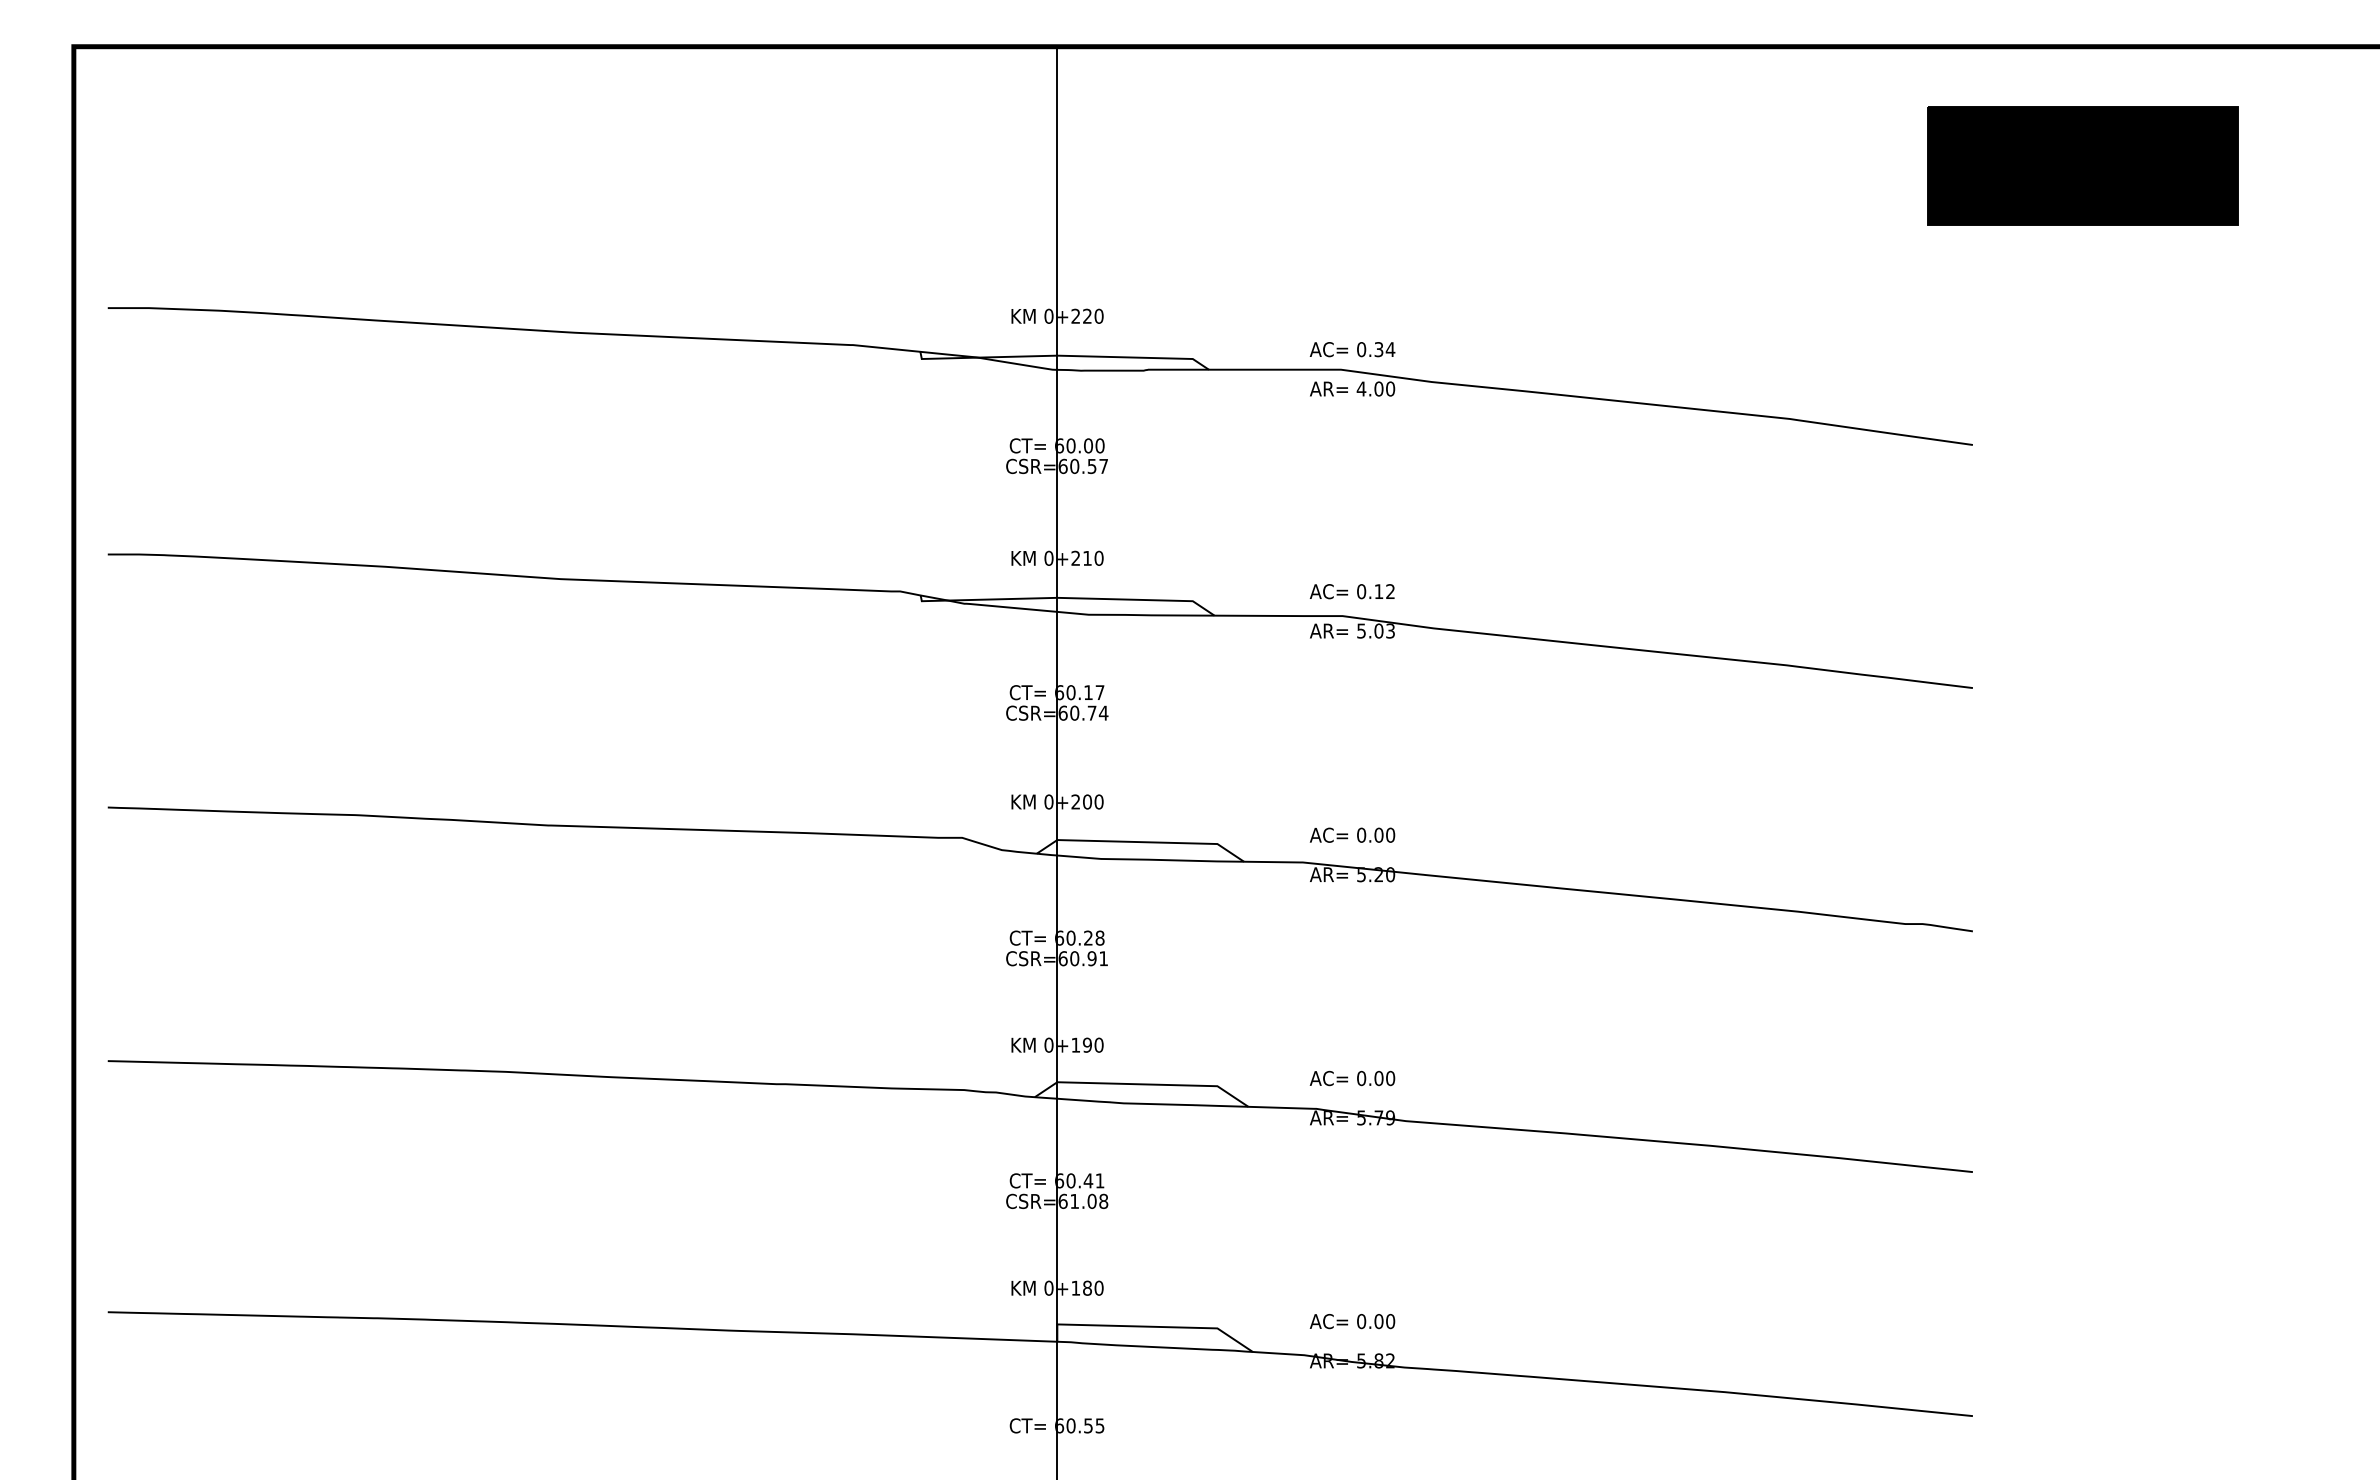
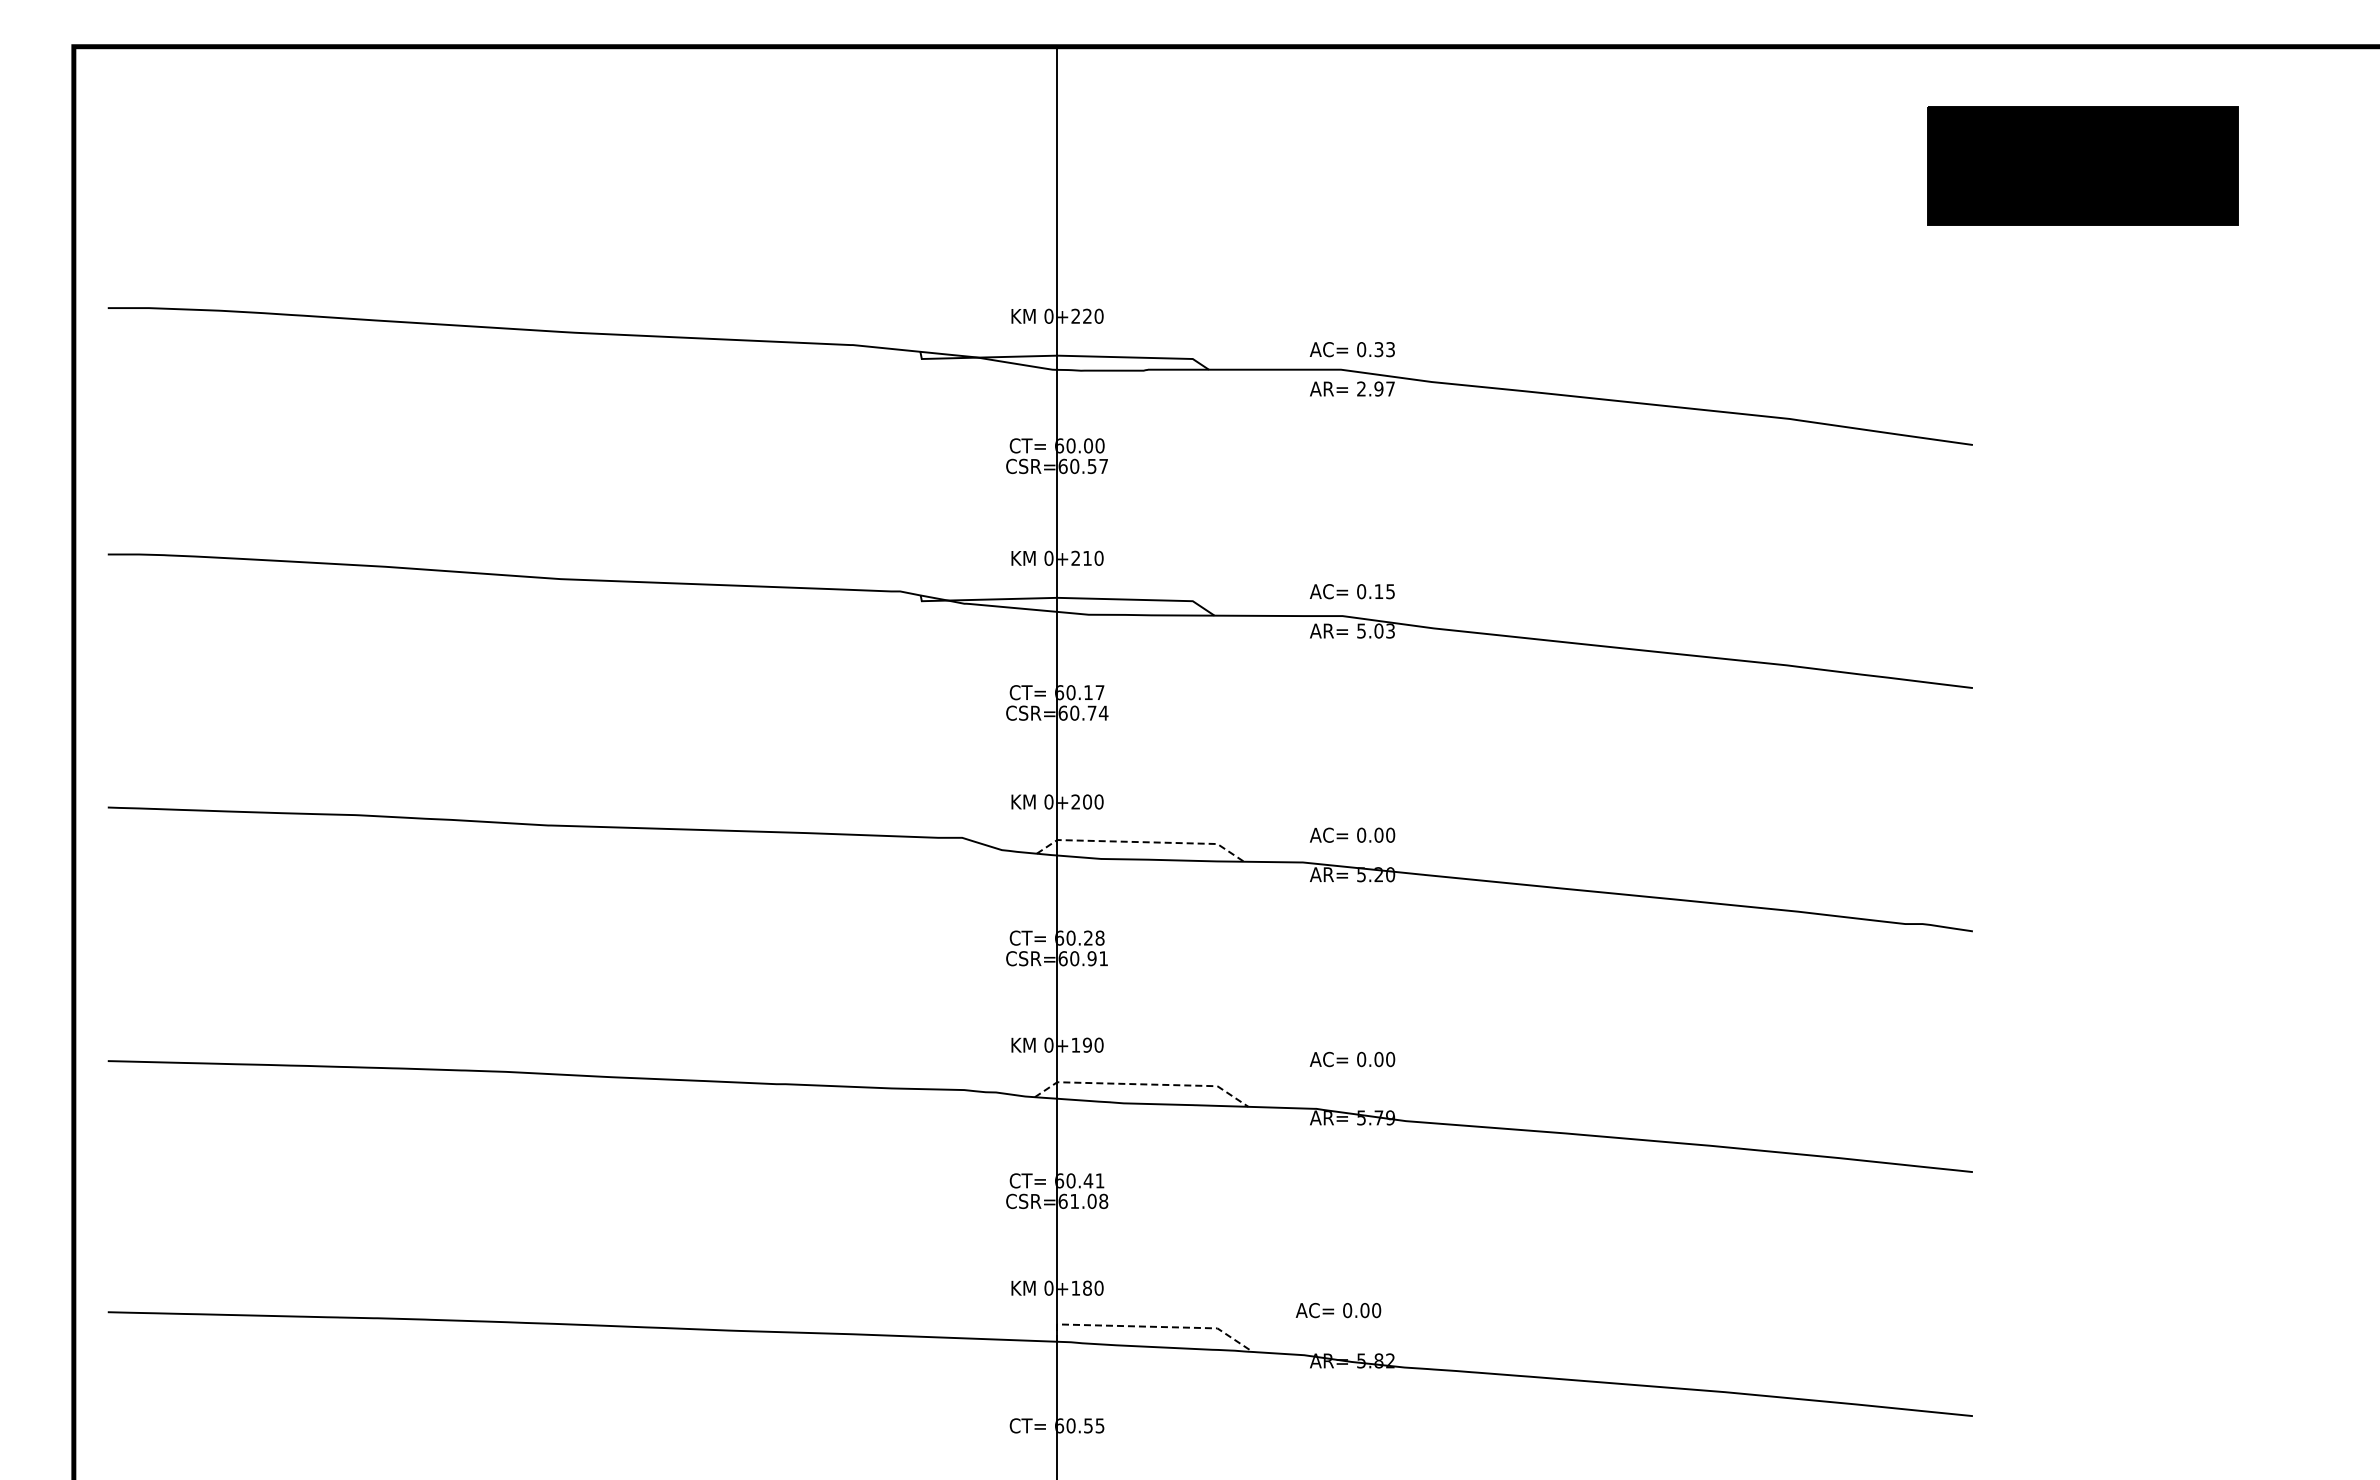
text at (1390, 349): 0.34 -> 0.33
text at (1375, 388): 4.00 -> 2.97
text at (1390, 591): 0.12 -> 0.15
line at (1140, 842): solid -> dashed
text at (1352, 1078) position: (1352, 1078) -> (1352, 1059)
line at (1142, 1084): solid -> dashed
text at (1352, 1321) position: (1352, 1321) -> (1338, 1310)
line at (1149, 1326): solid -> dashed
